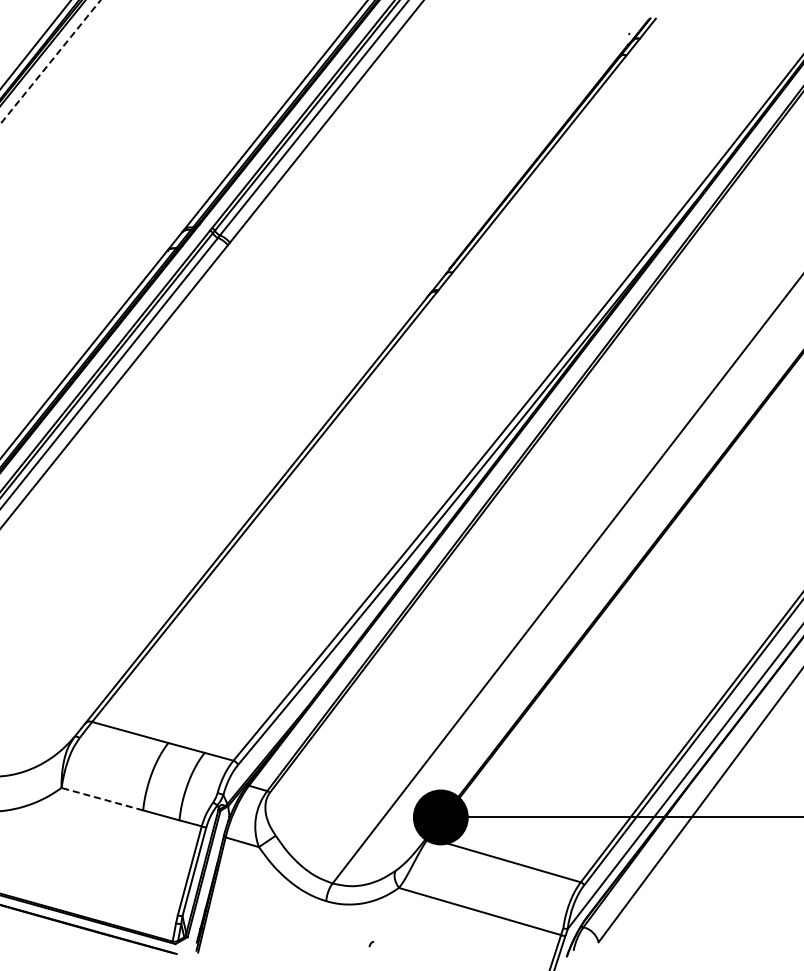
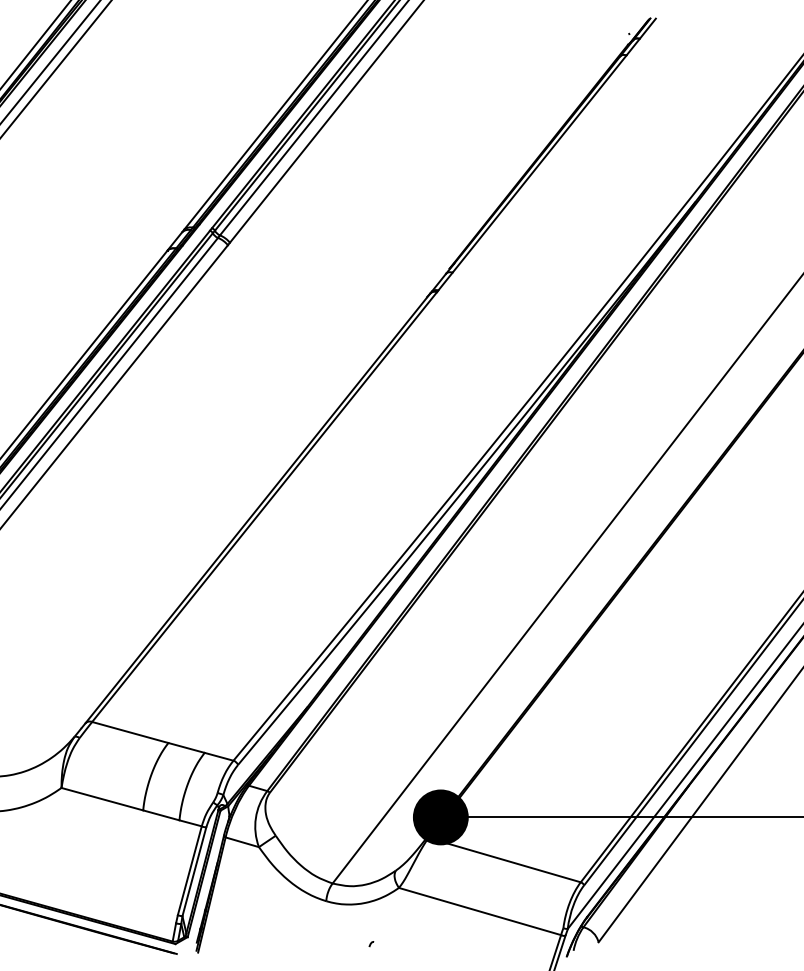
line at (50, 61): dashed -> solid
line at (55, 68): none -> present
line at (101, 799): dashed -> solid
